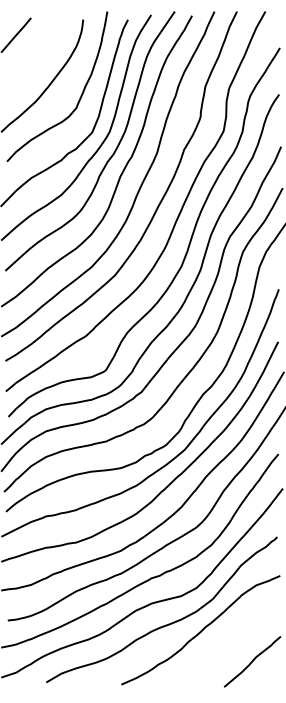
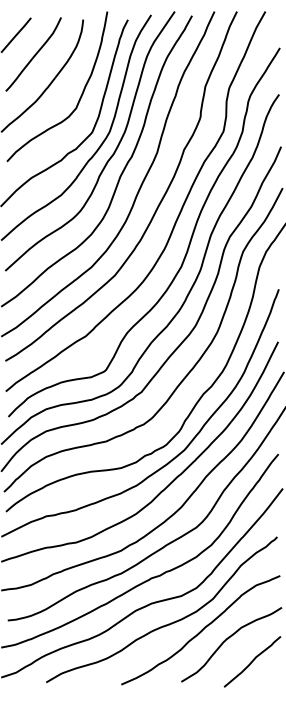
curve at (34, 54): none -> present
curve at (228, 639): none -> present
